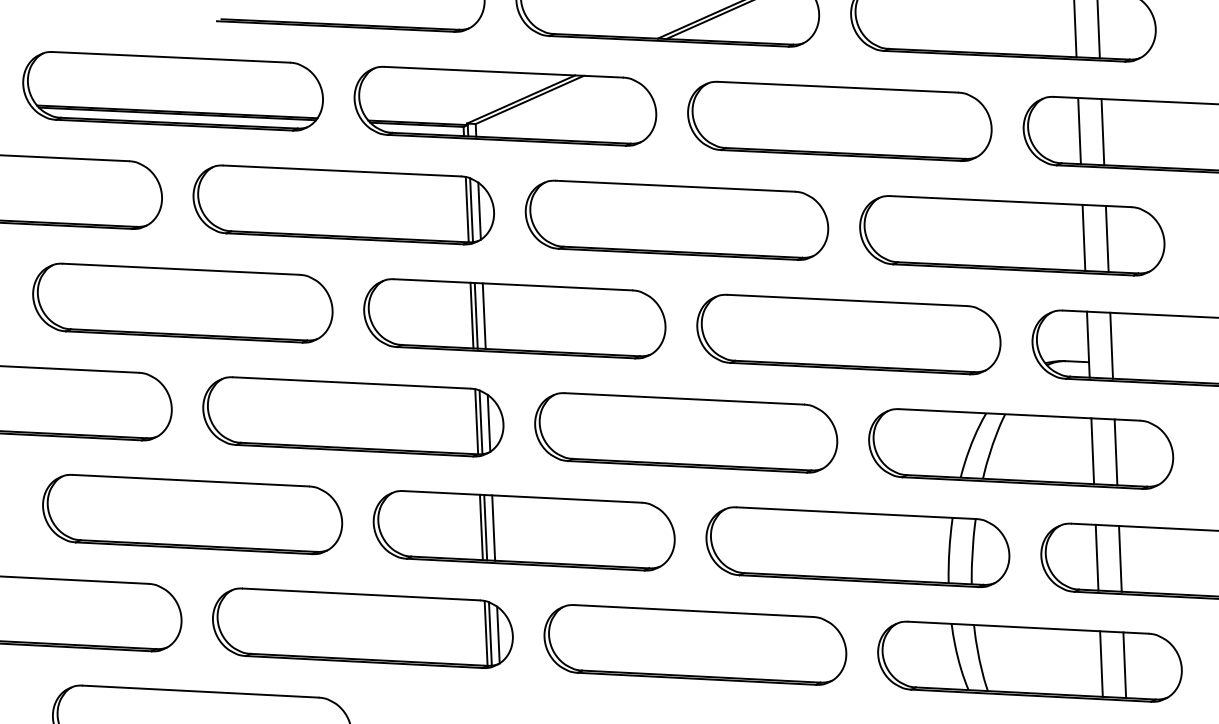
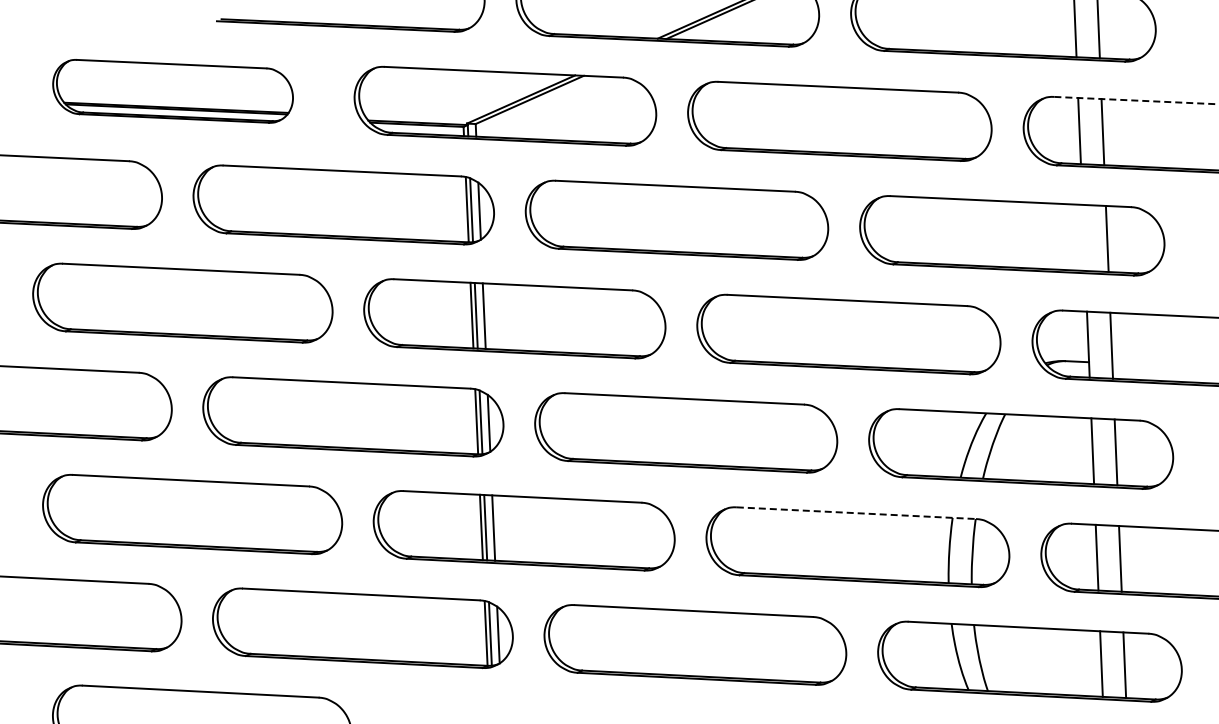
part at (172, 91) size: 302x81 px -> 242x65 px
line at (1137, 100): solid -> dashed
line at (1083, 237): present -> none
line at (856, 513): solid -> dashed
